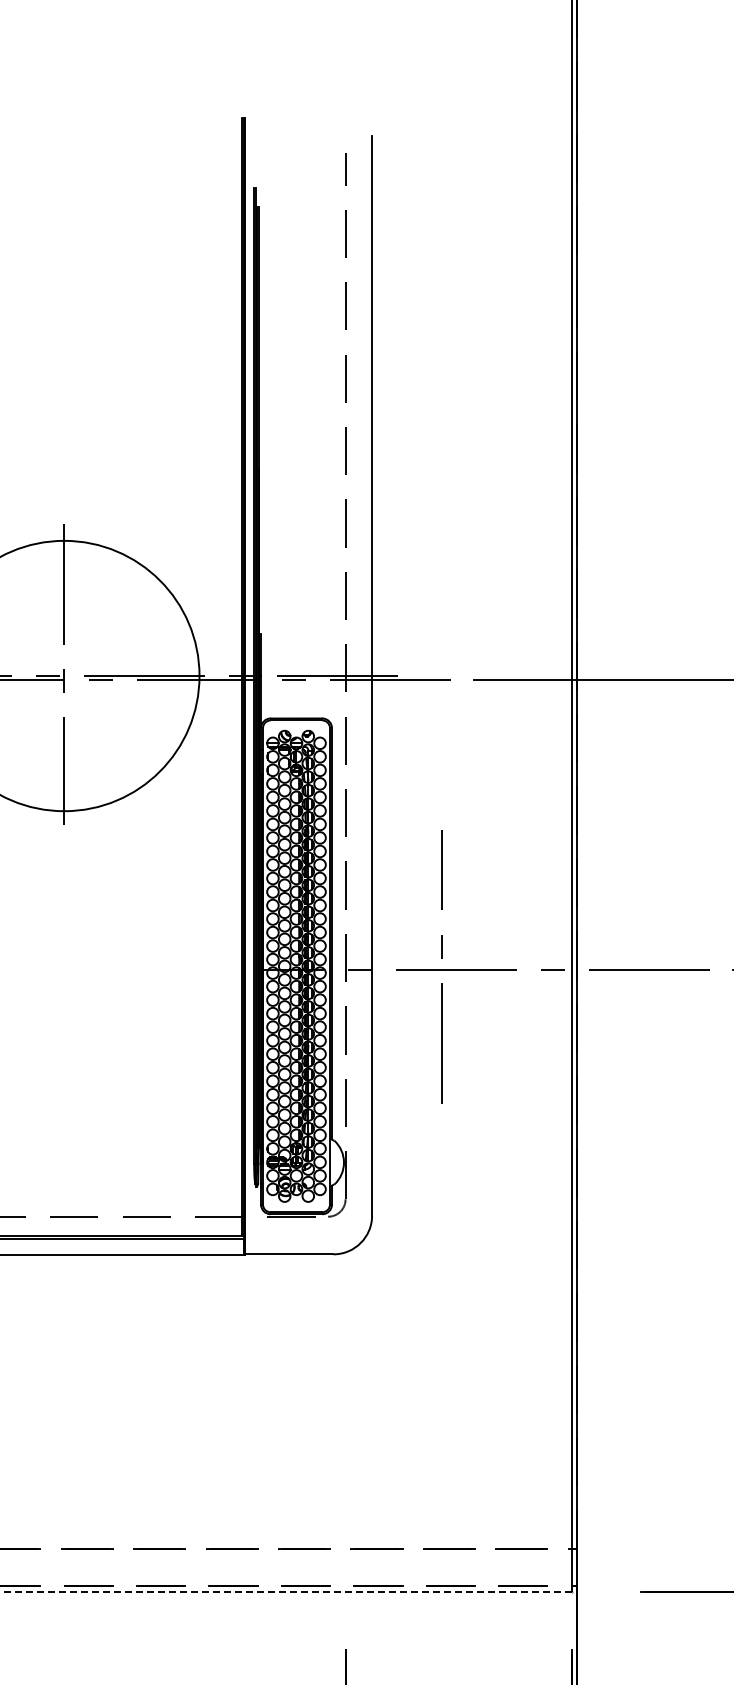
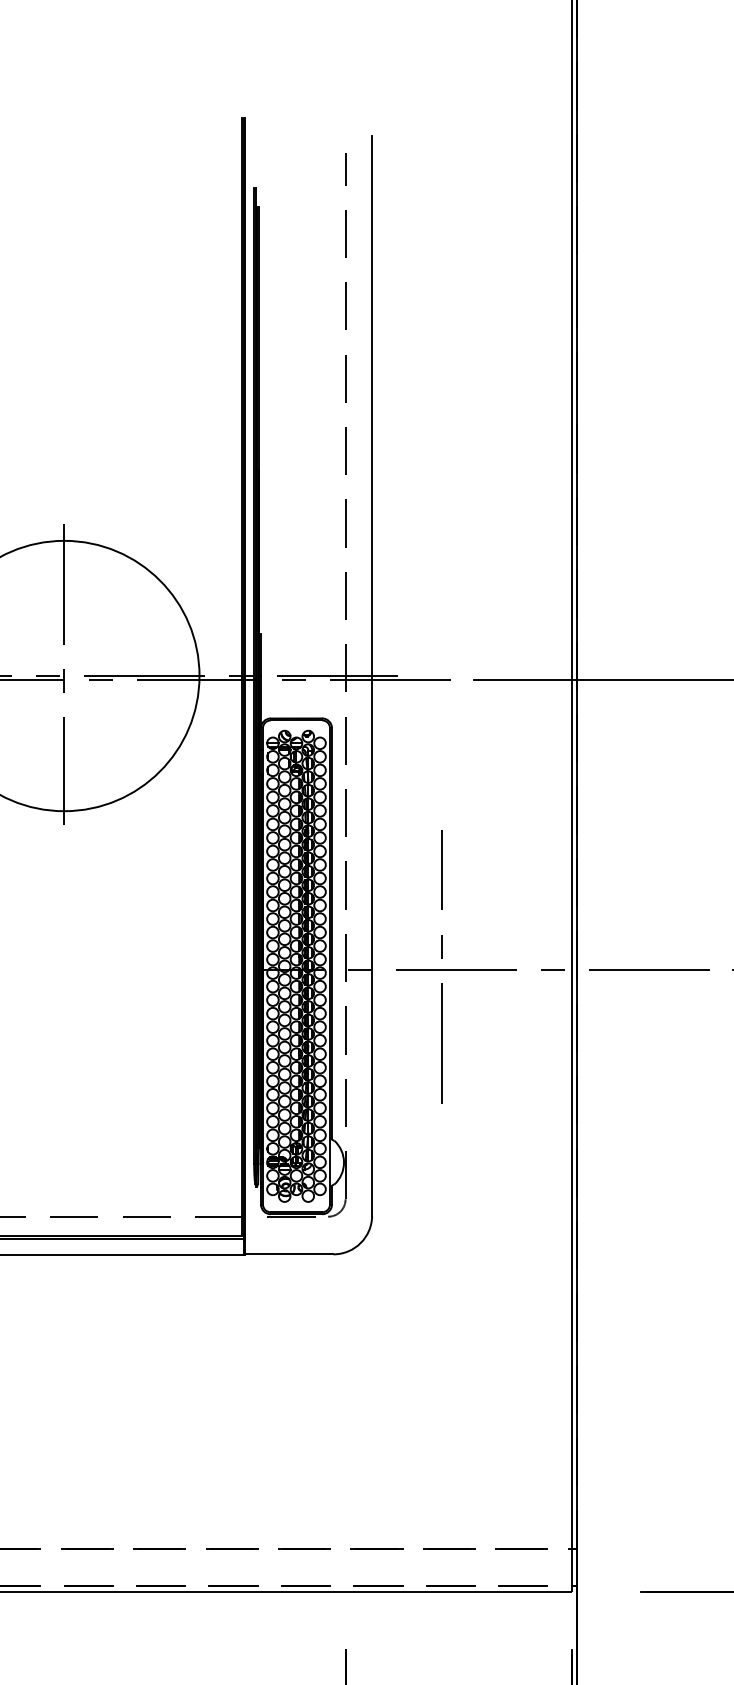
line at (286, 1591): dashed -> solid
